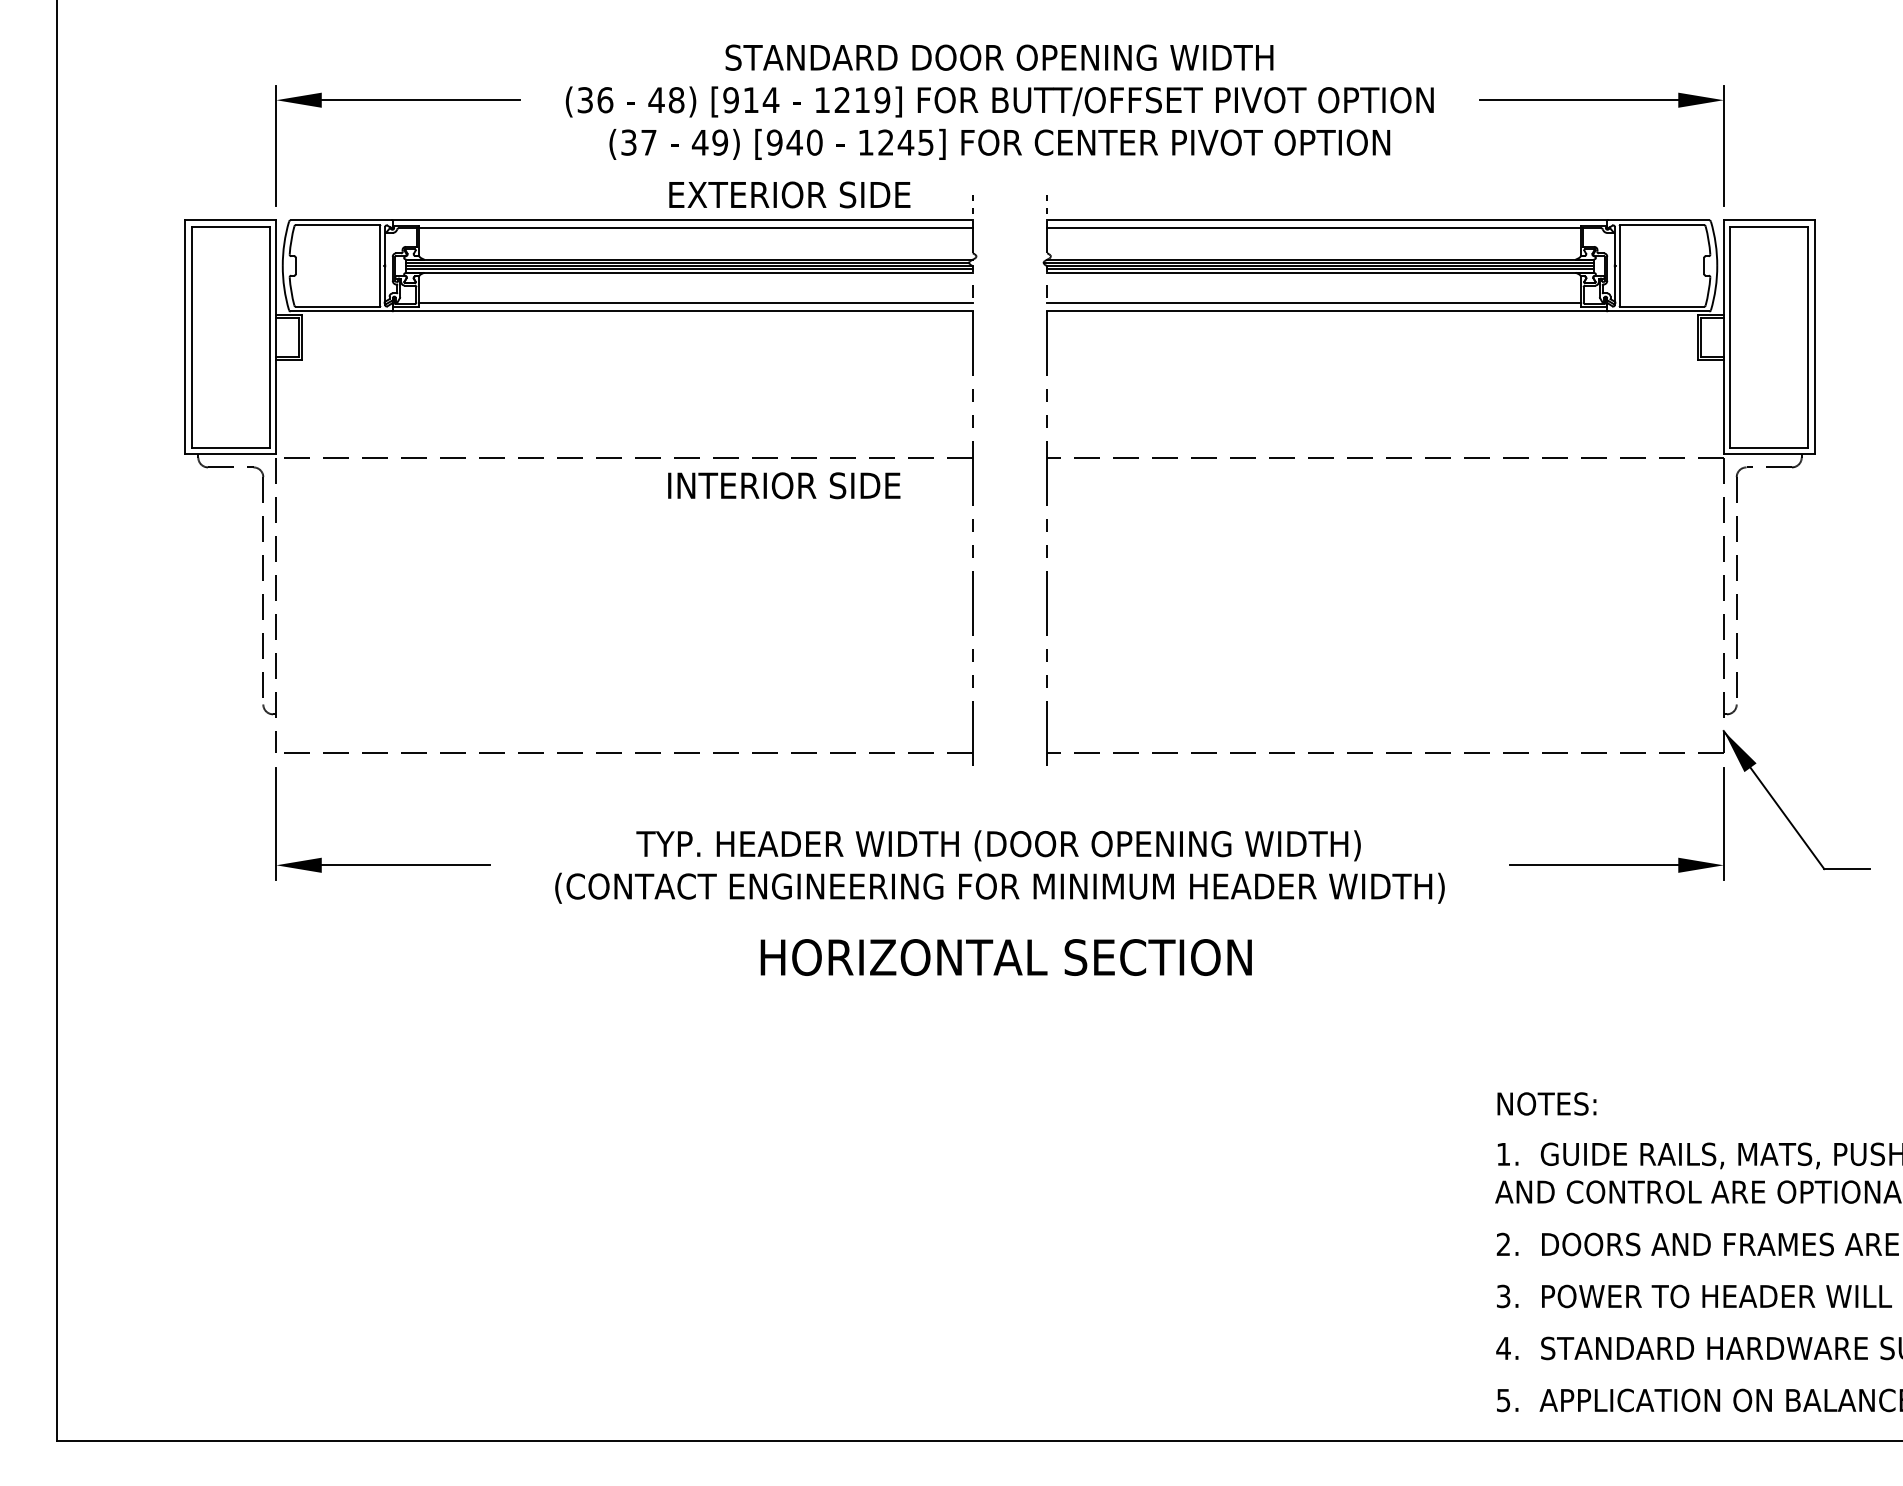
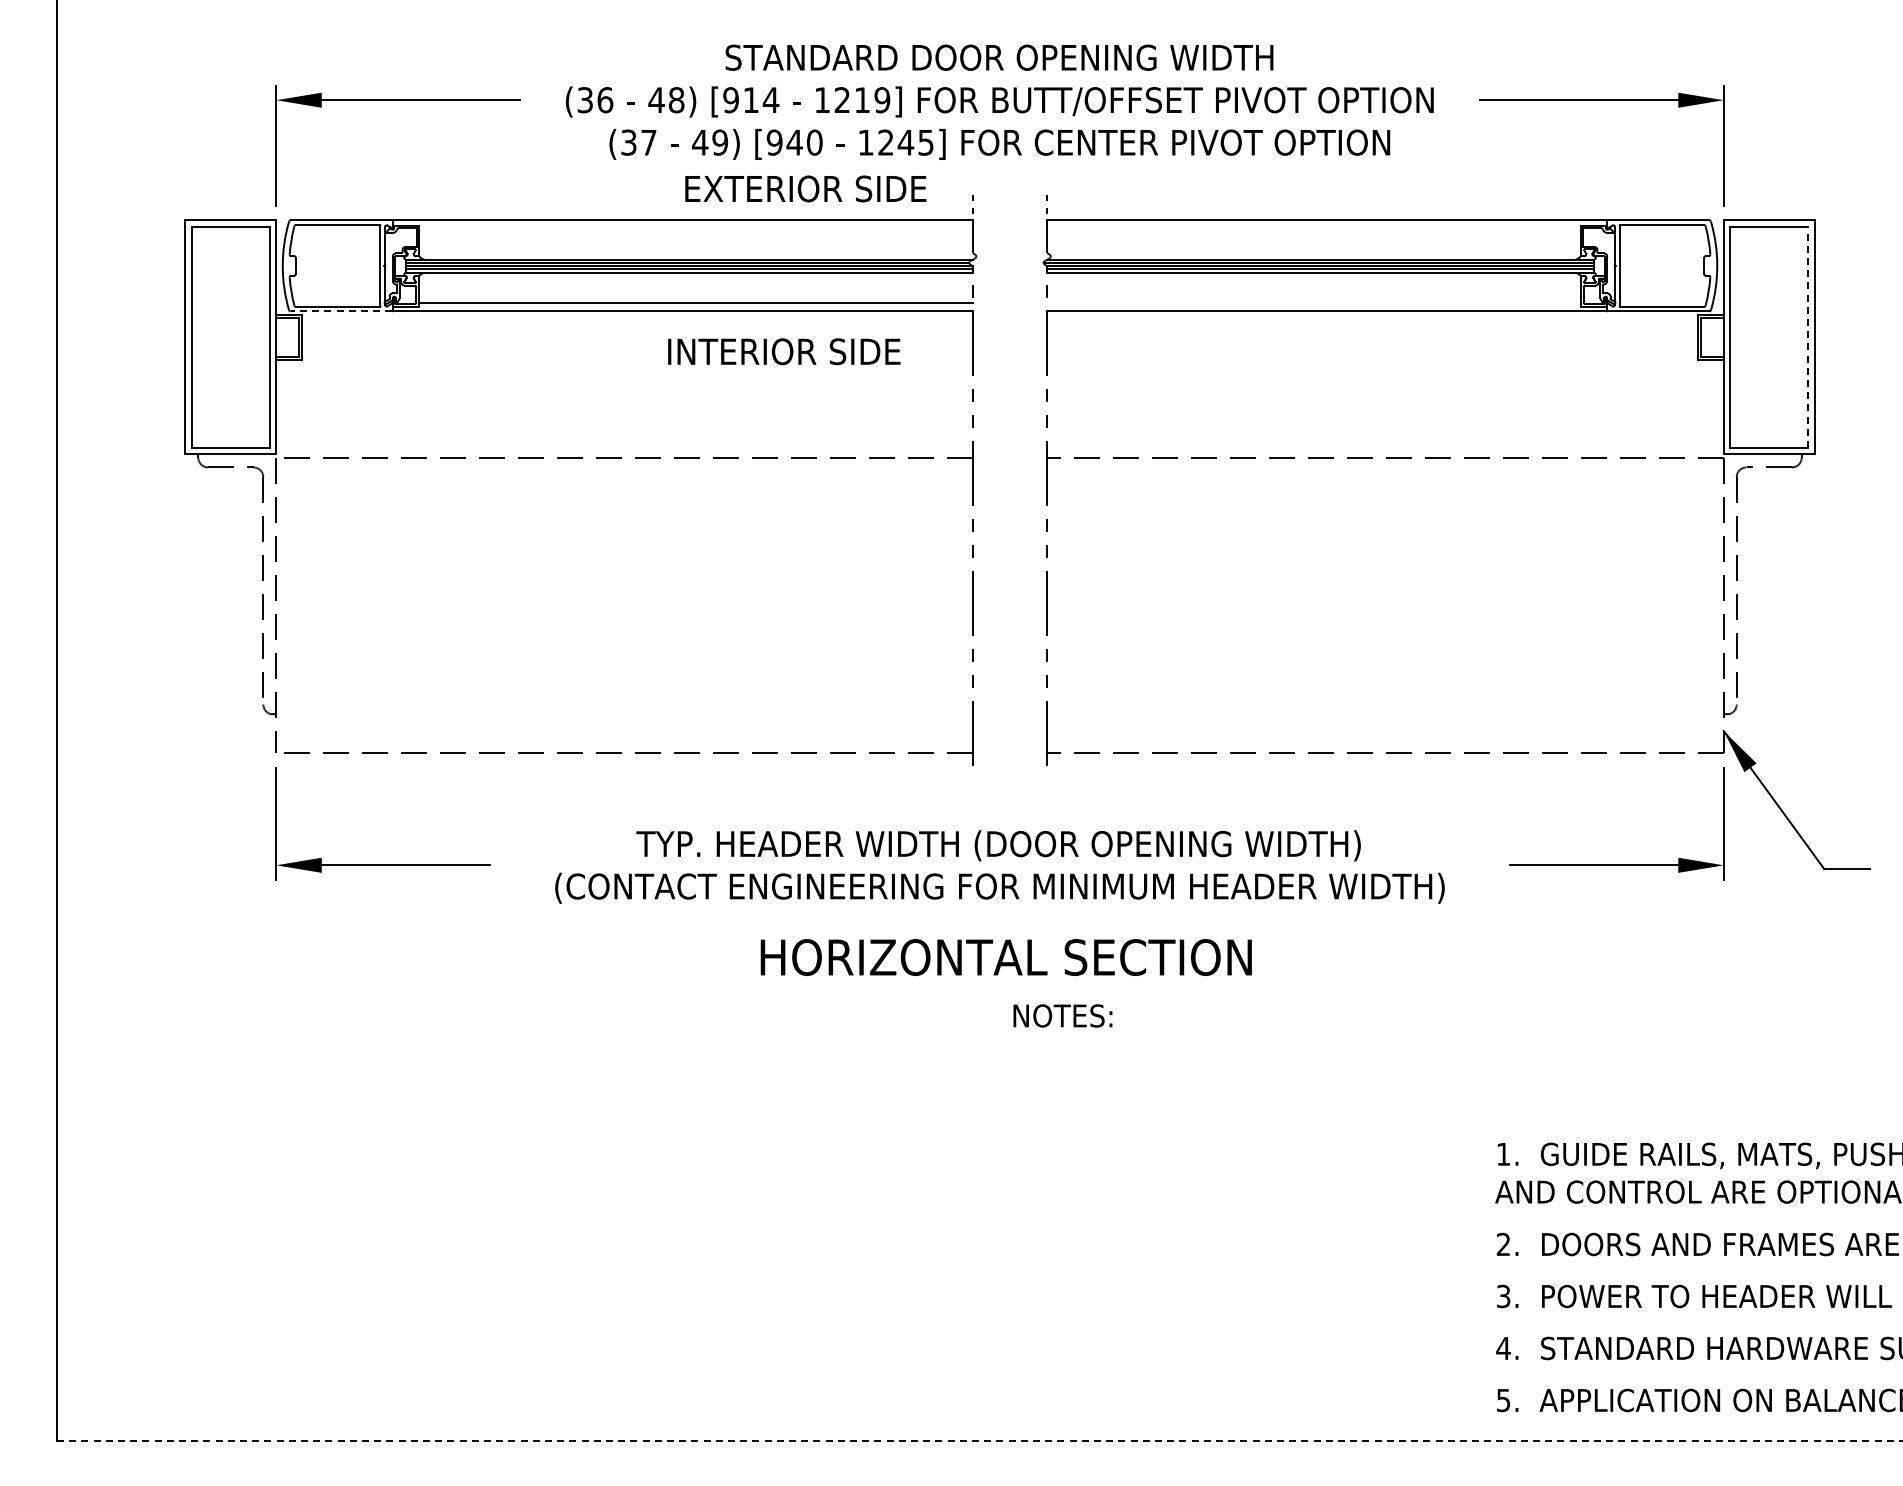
text at (789, 194) position: (789, 194) -> (805, 188)
line at (695, 228): present -> none
line at (1313, 228): present -> none
line at (1314, 303): present -> none
line at (341, 311): solid -> dashed
line at (1808, 336): solid -> dashed
text at (784, 485) position: (784, 485) -> (784, 351)
text at (1546, 1103) position: (1546, 1103) -> (1062, 1015)
line at (979, 1441): solid -> dashed
